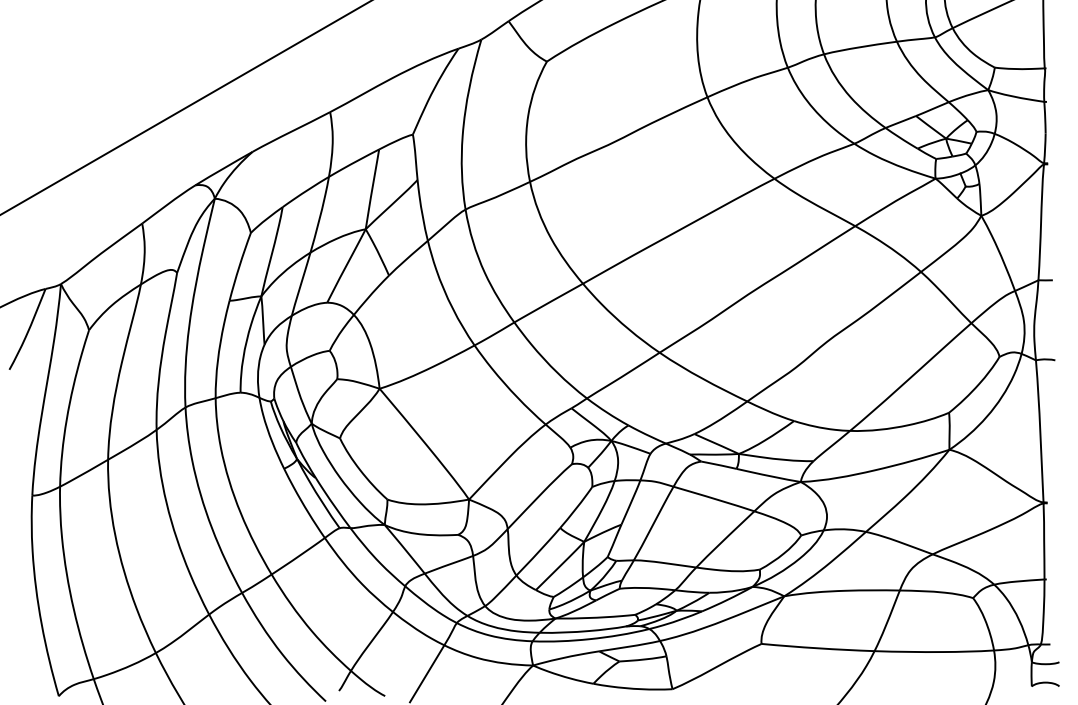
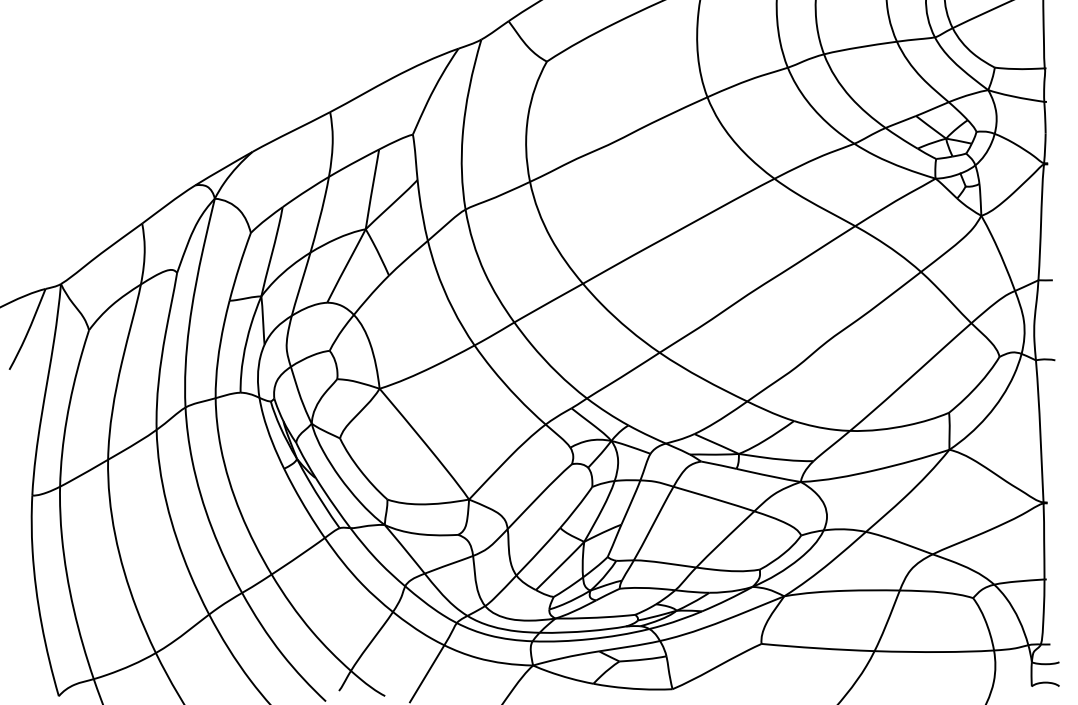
line at (185, 107): present -> none
